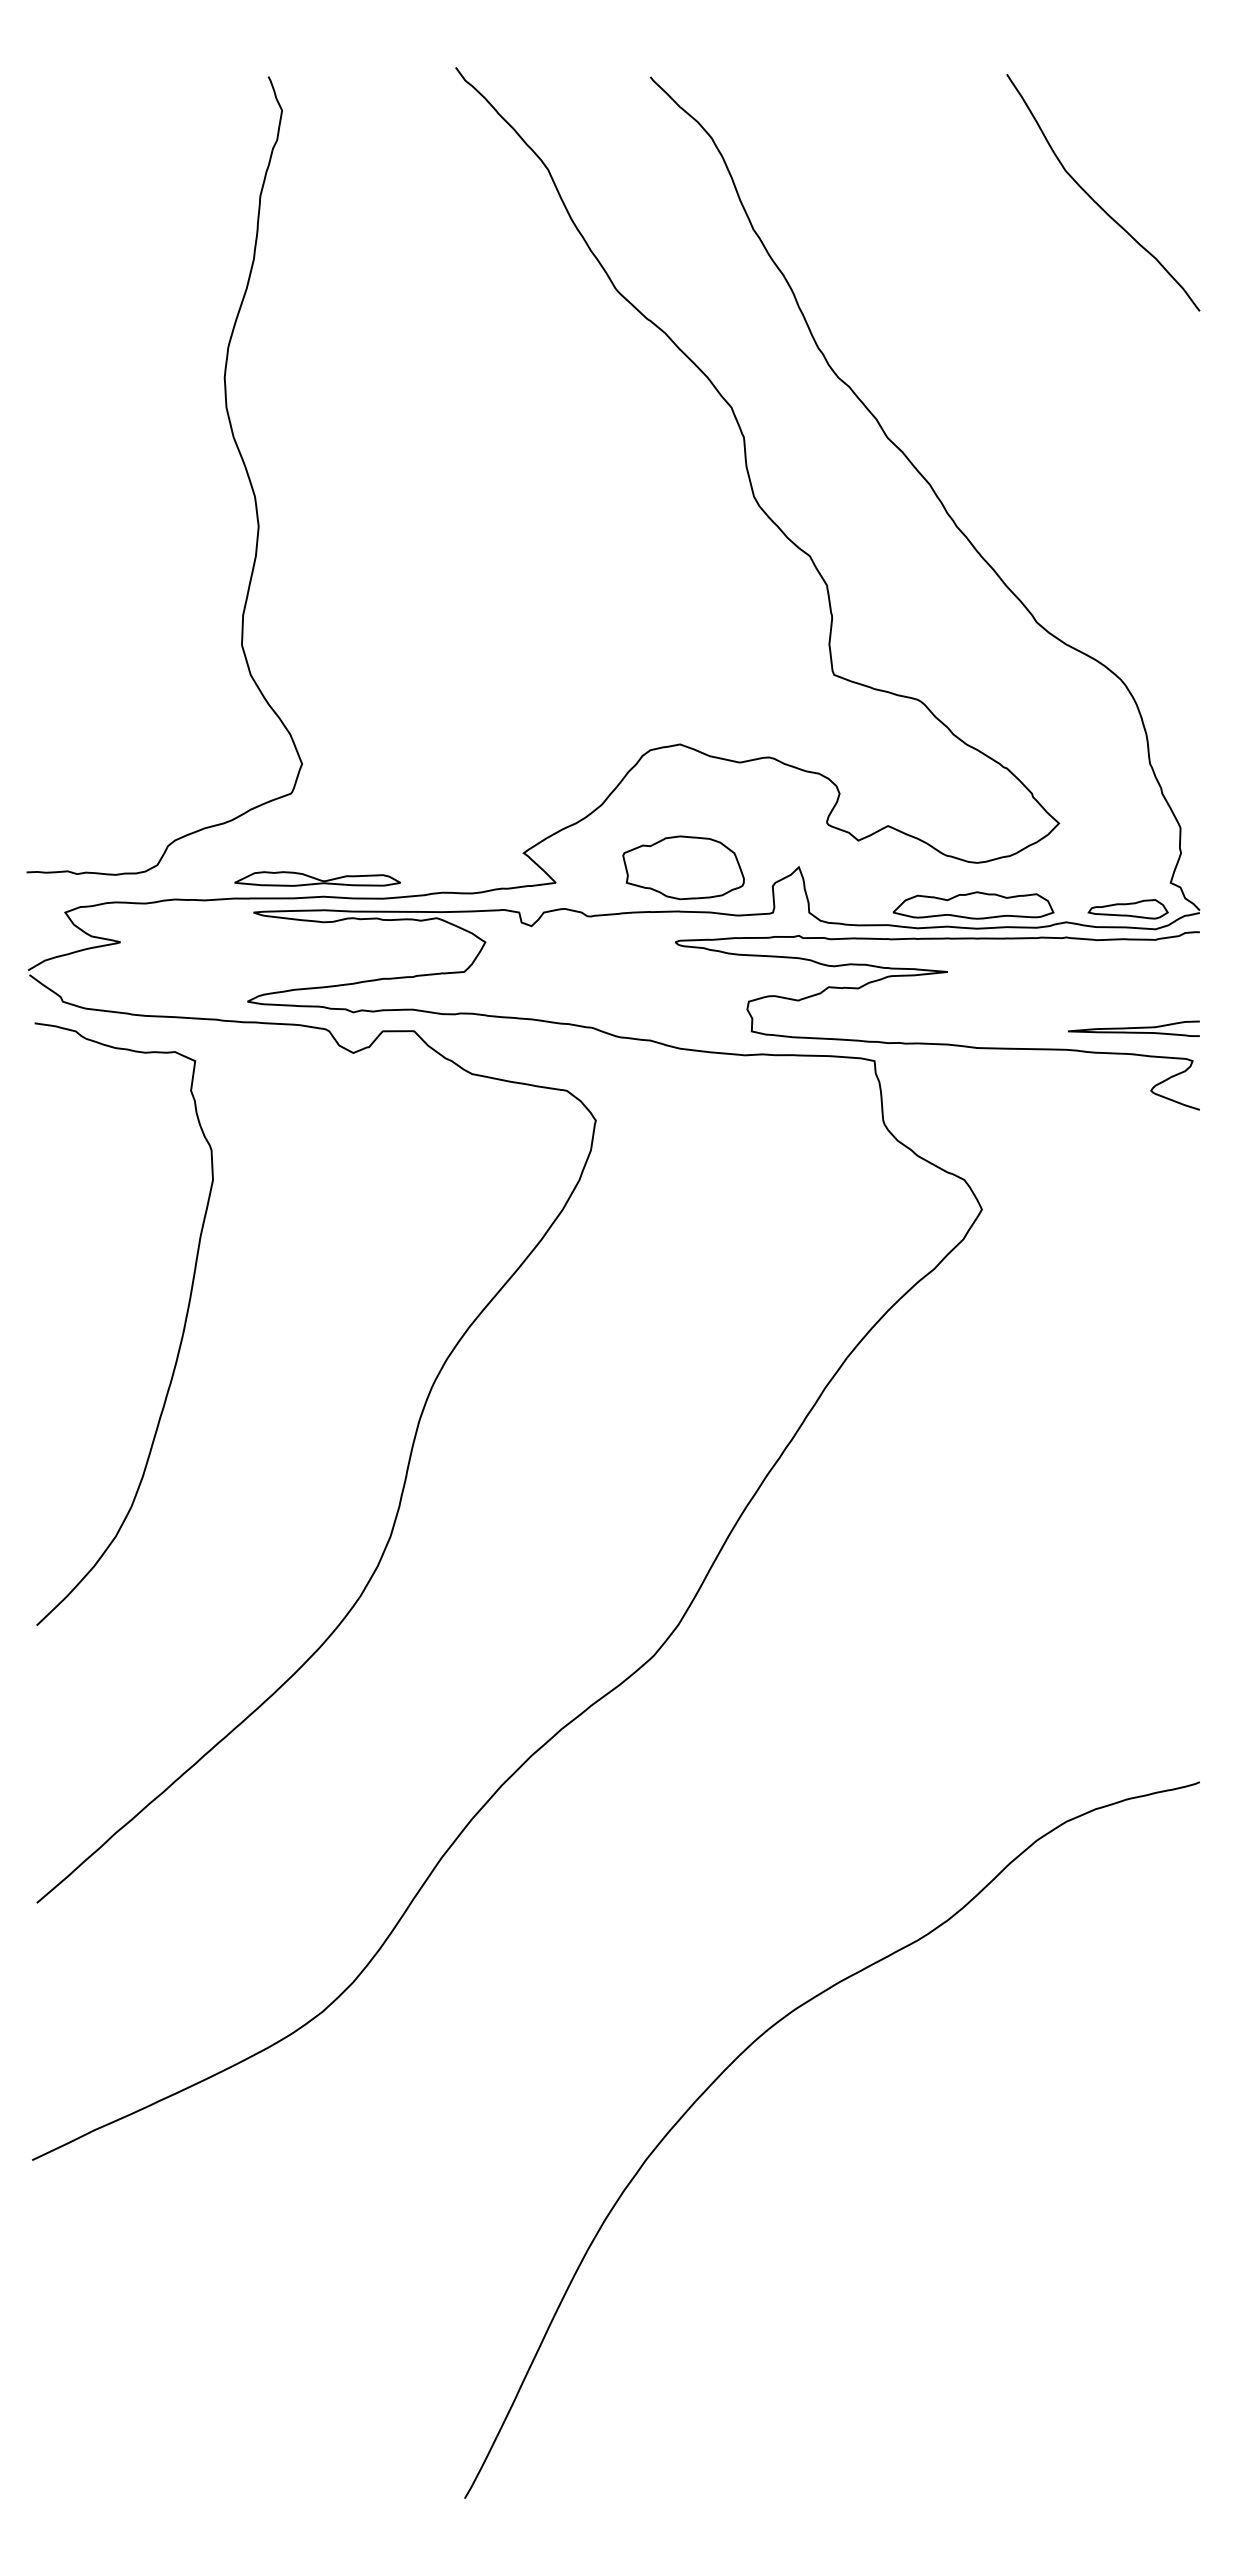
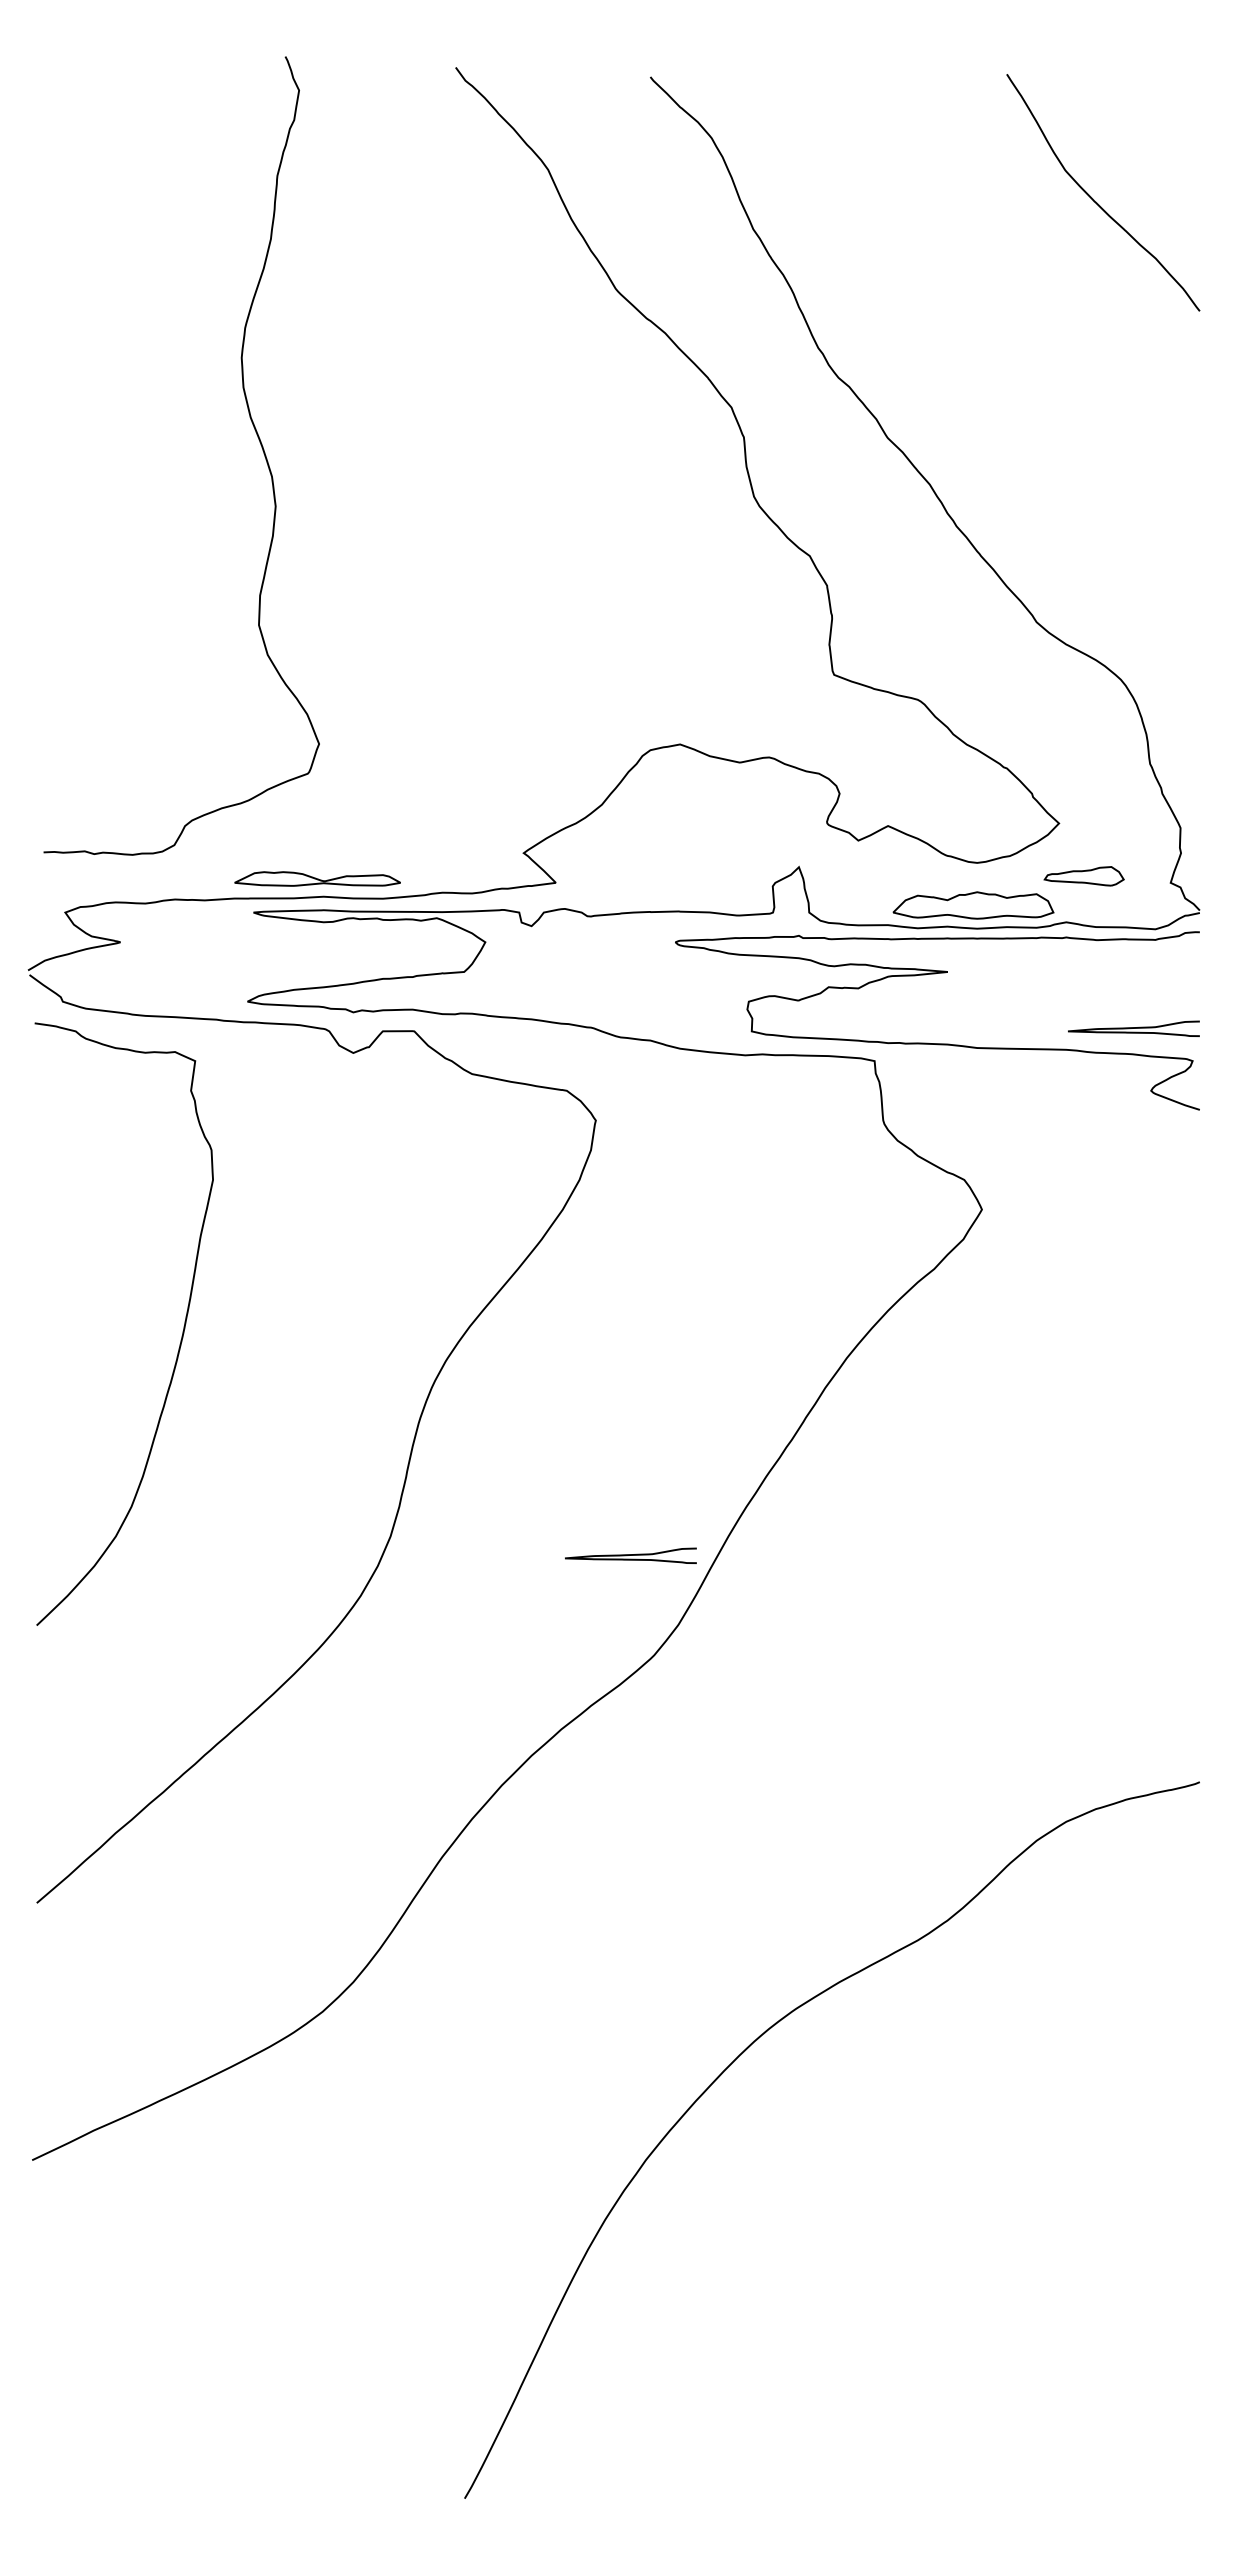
curve at (235, 445) position: (235, 445) -> (252, 425)
part at (683, 867): present -> none
part at (1127, 909) position: (1127, 909) -> (1083, 876)
curve at (630, 1555): none -> present
